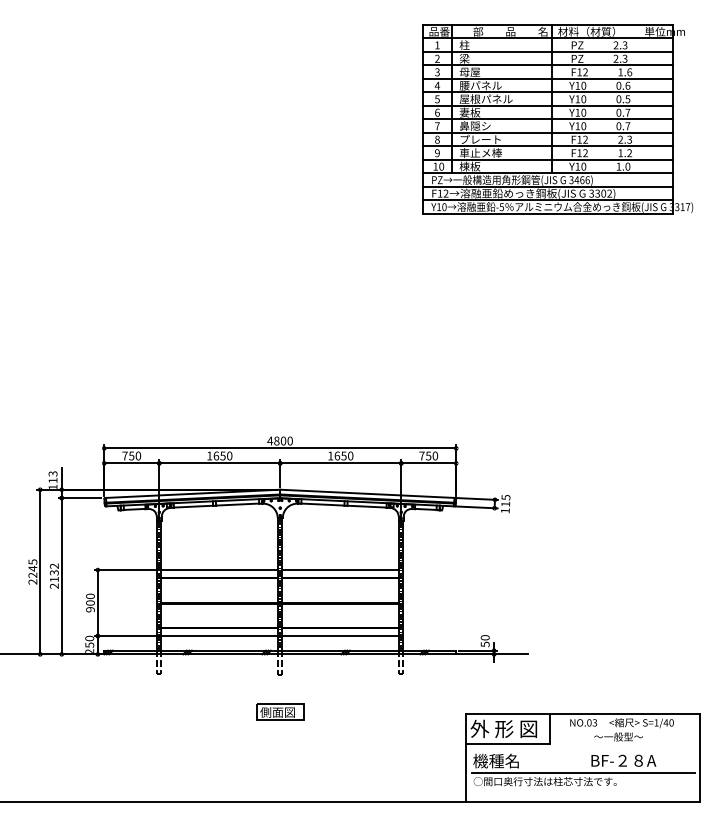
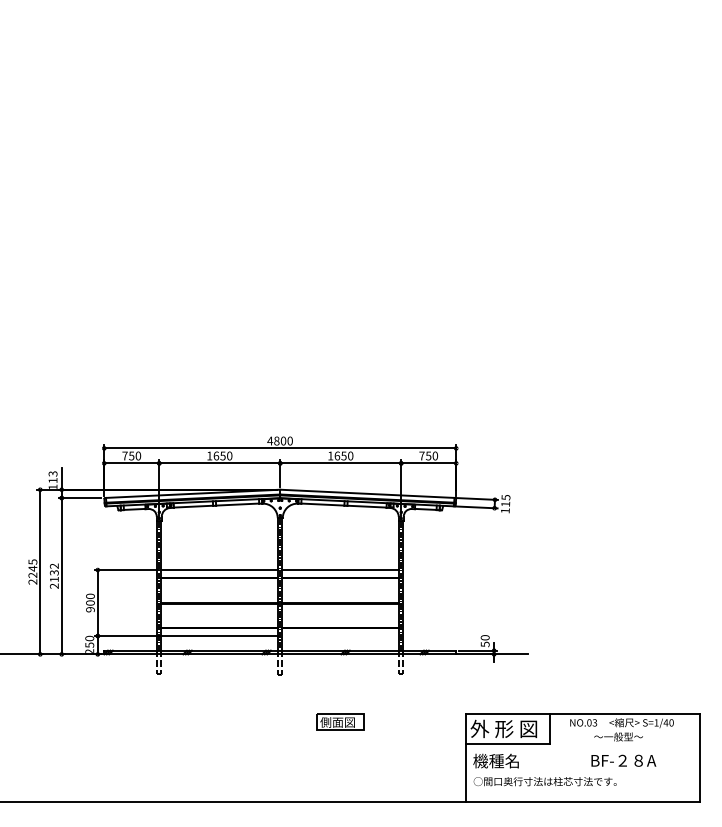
part at (557, 119): present -> none
line at (340, 636): present -> none
part at (280, 711) position: (280, 711) -> (340, 721)
line at (582, 772): present -> none
